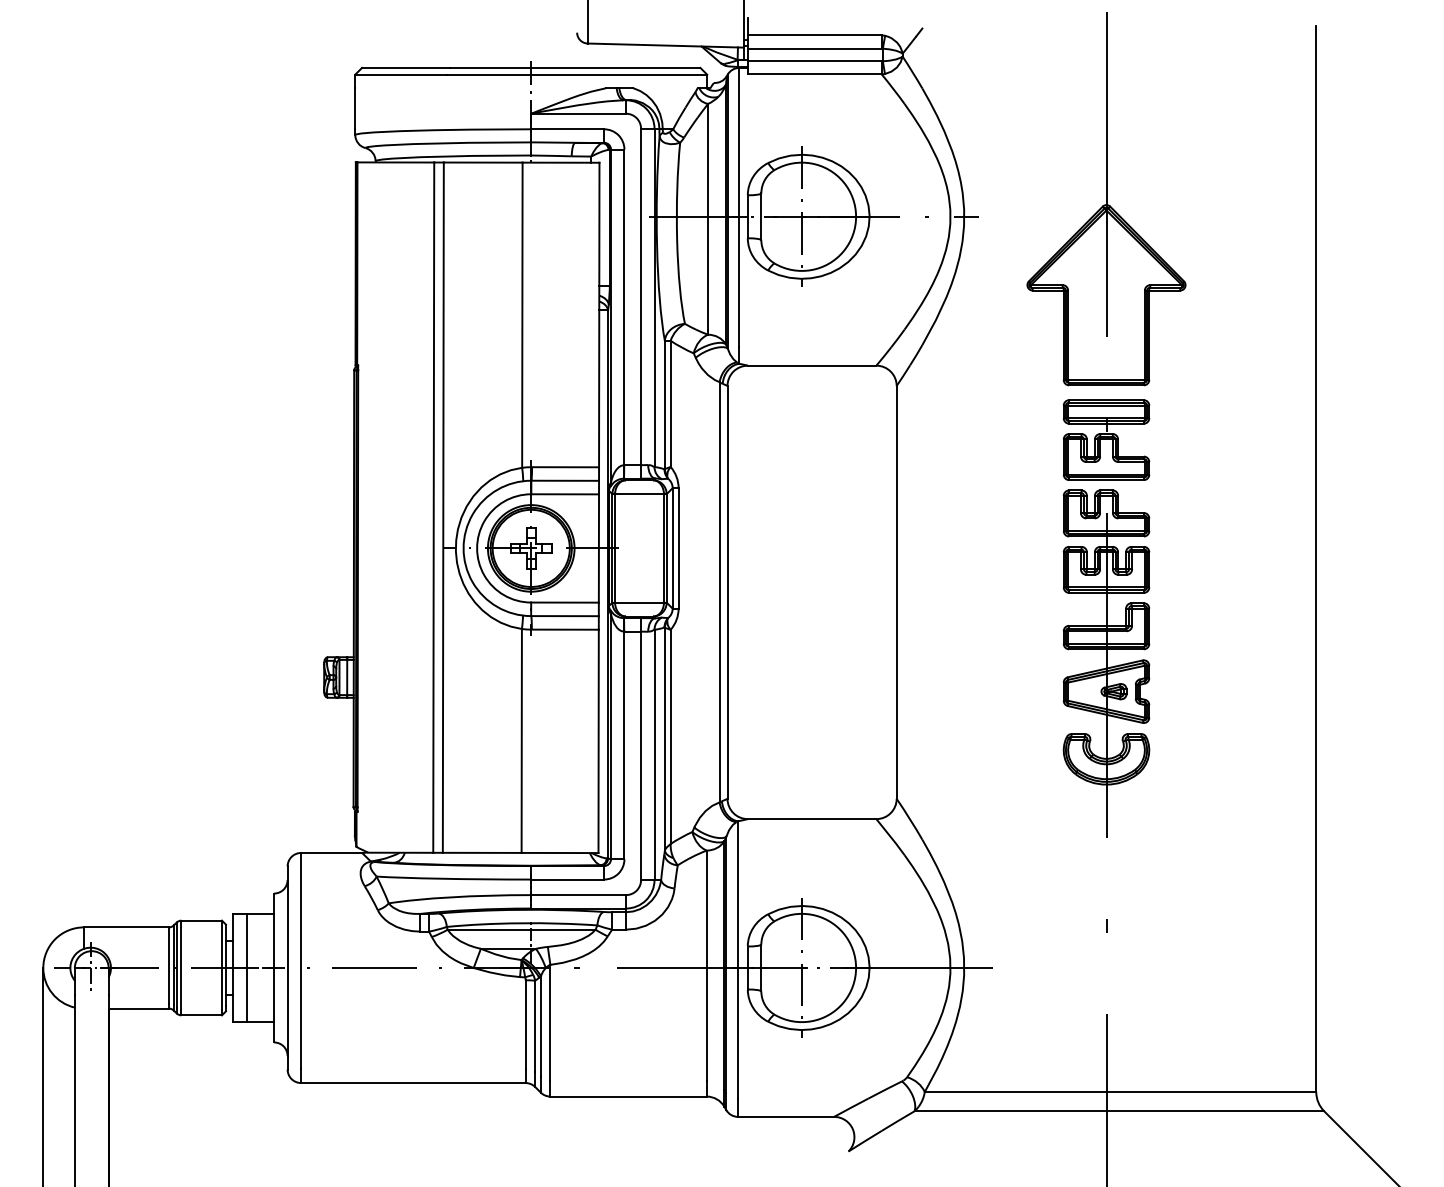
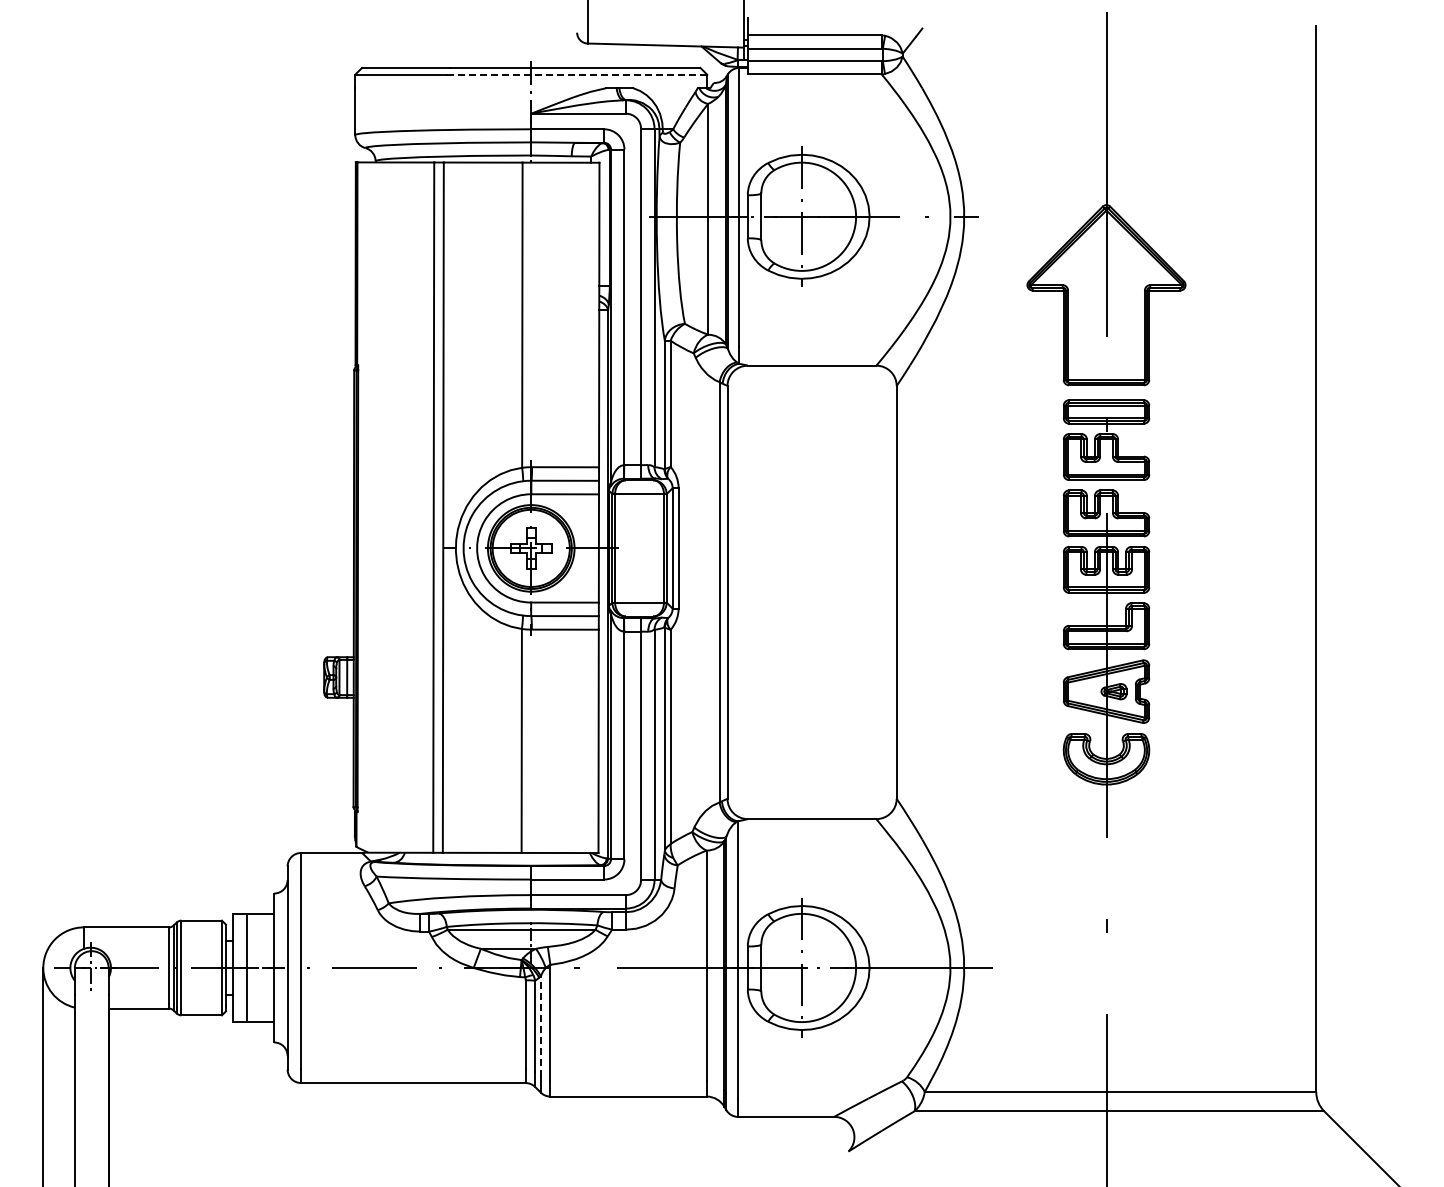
line at (577, 74): solid -> dashed
line at (540, 1026): solid -> dashed
